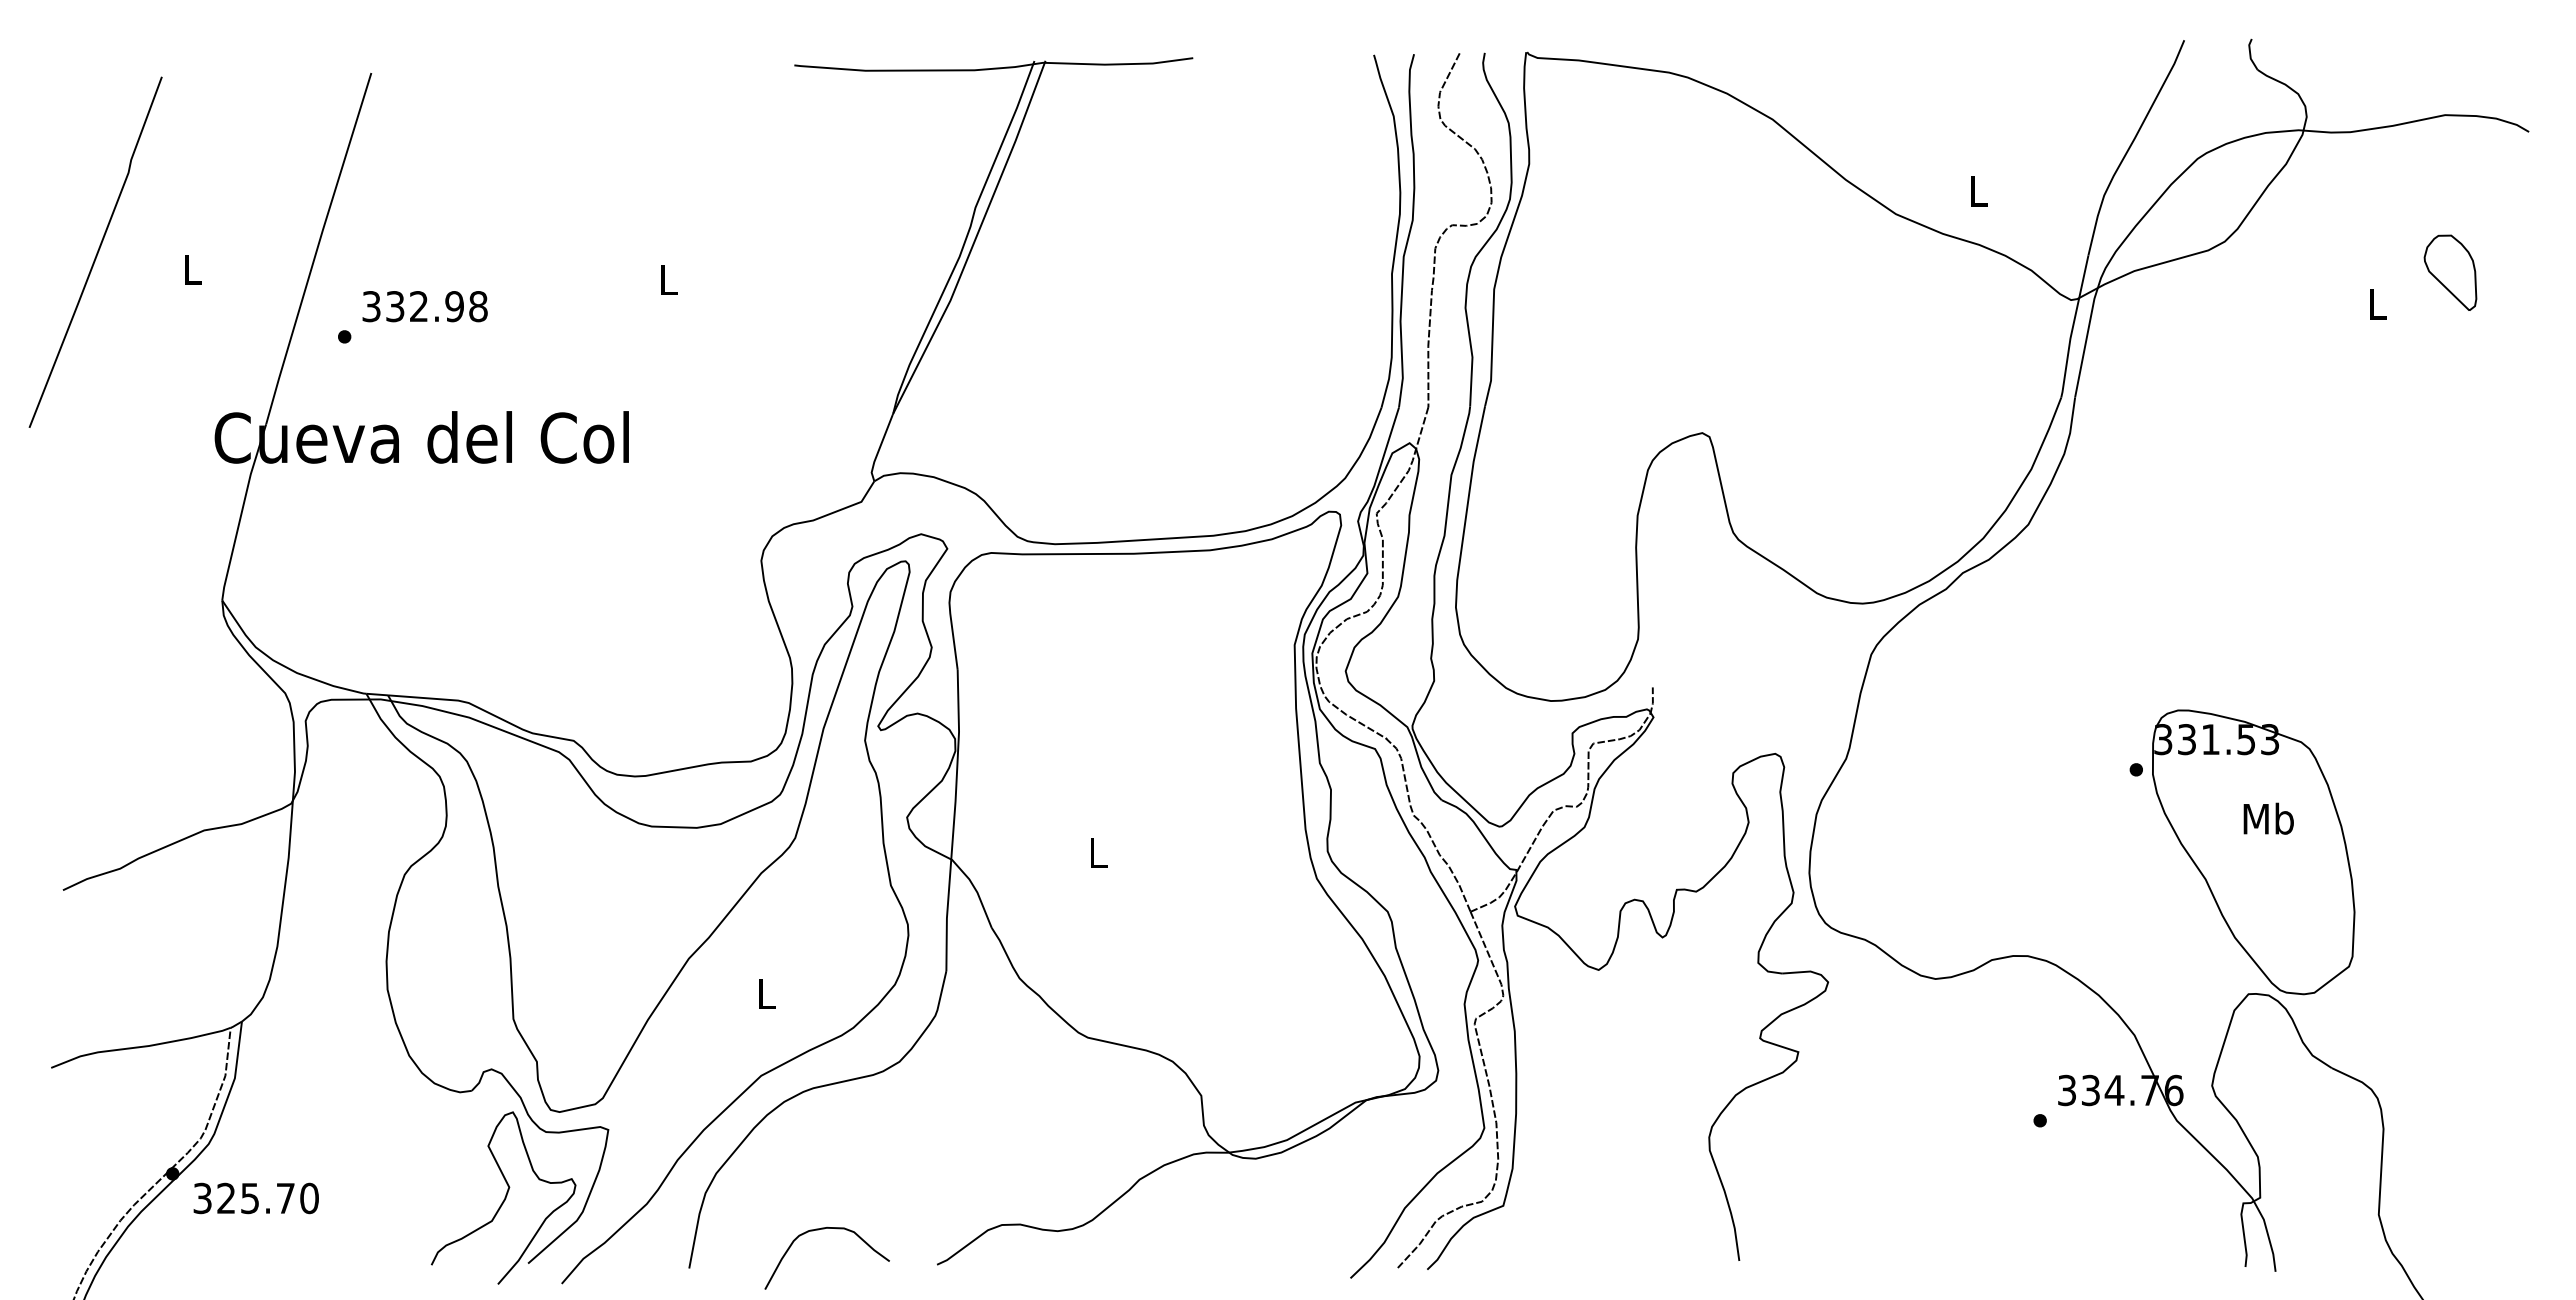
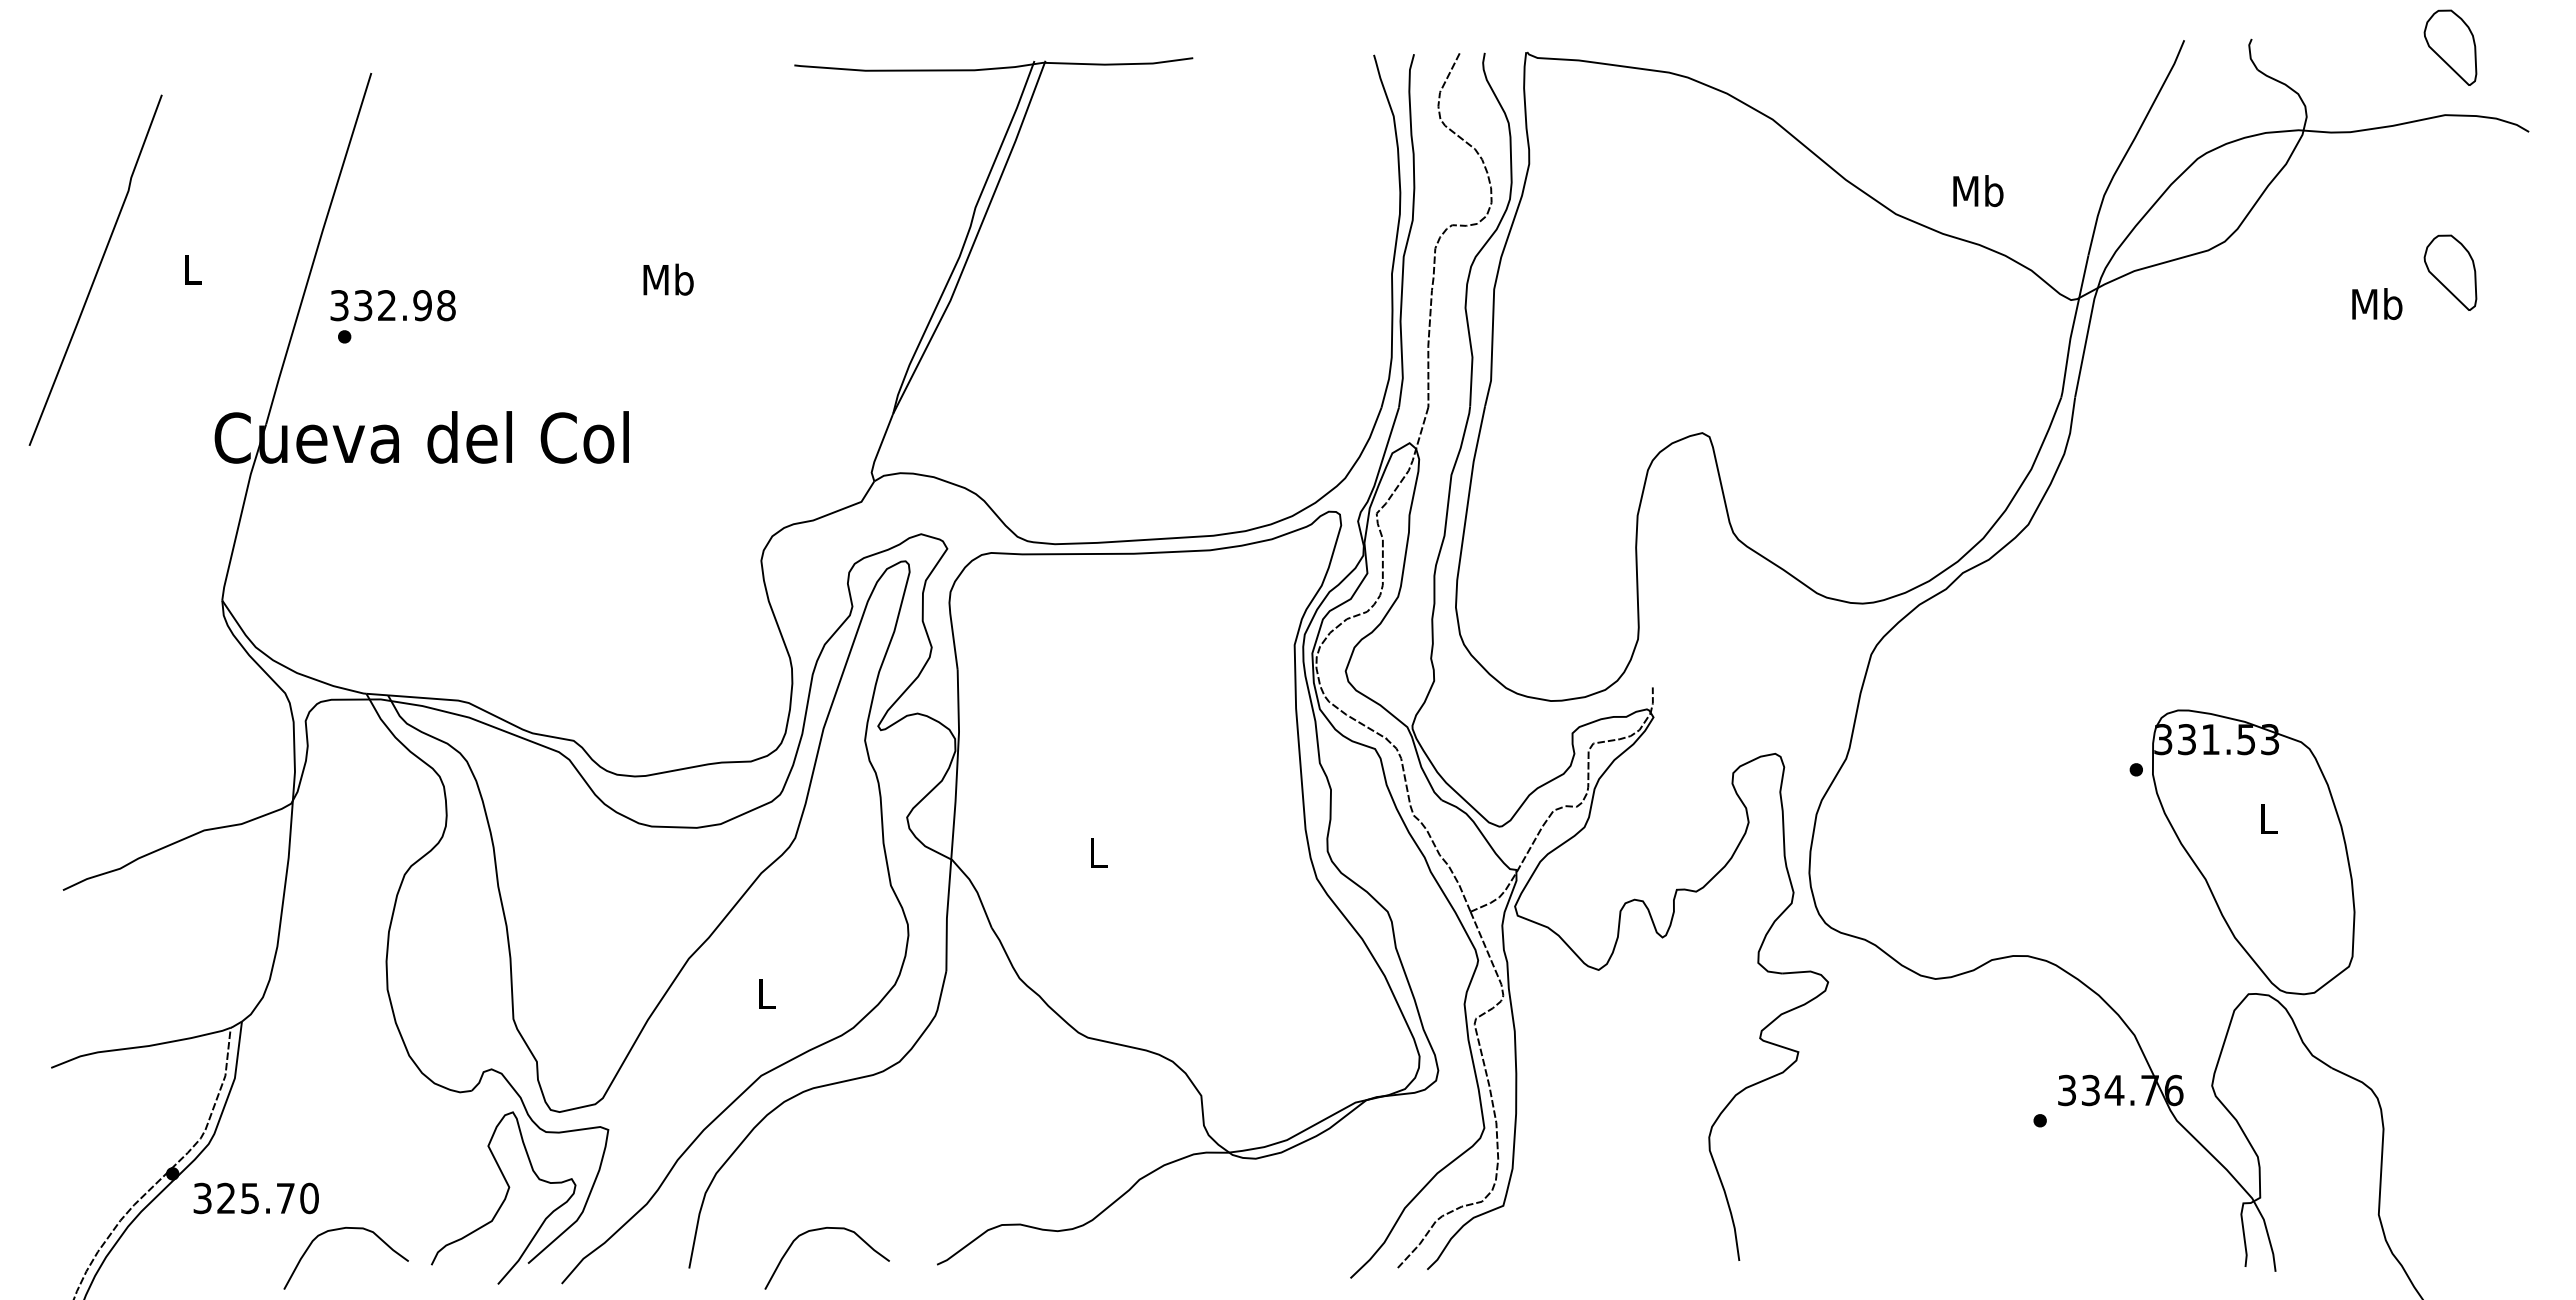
part at (2450, 47): none -> present
text at (1978, 191): L -> Mb
line at (96, 252) position: (96, 252) -> (96, 270)
text at (668, 279): L -> Mb
text at (2377, 304): L -> Mb
text at (424, 306) position: (424, 306) -> (392, 305)
text at (2268, 818): Mb -> L
curve at (343, 1229): none -> present
